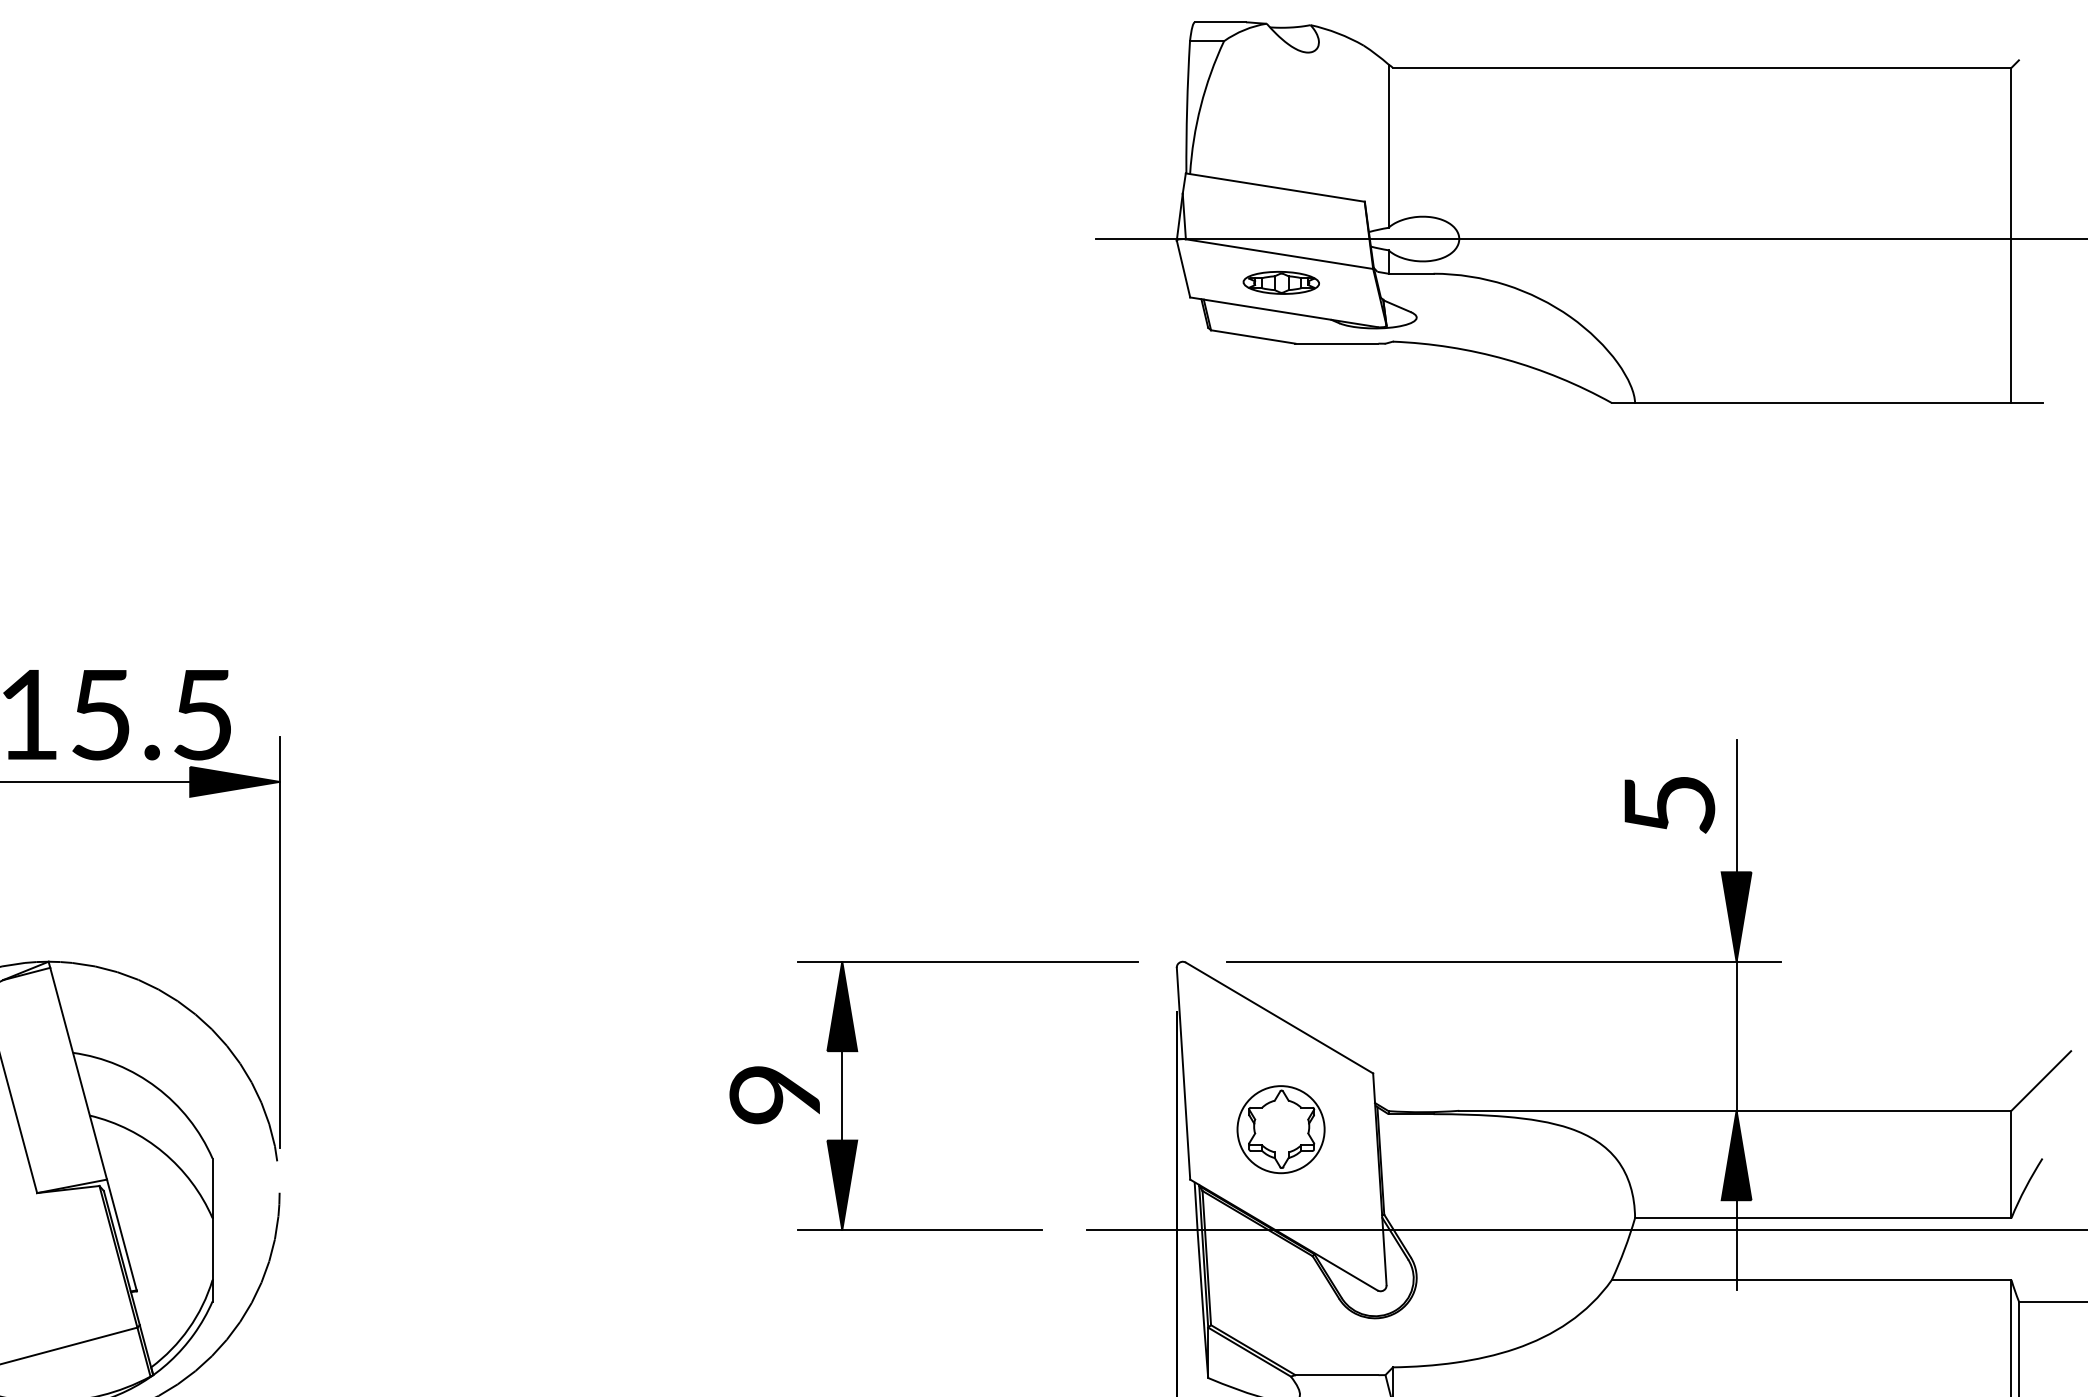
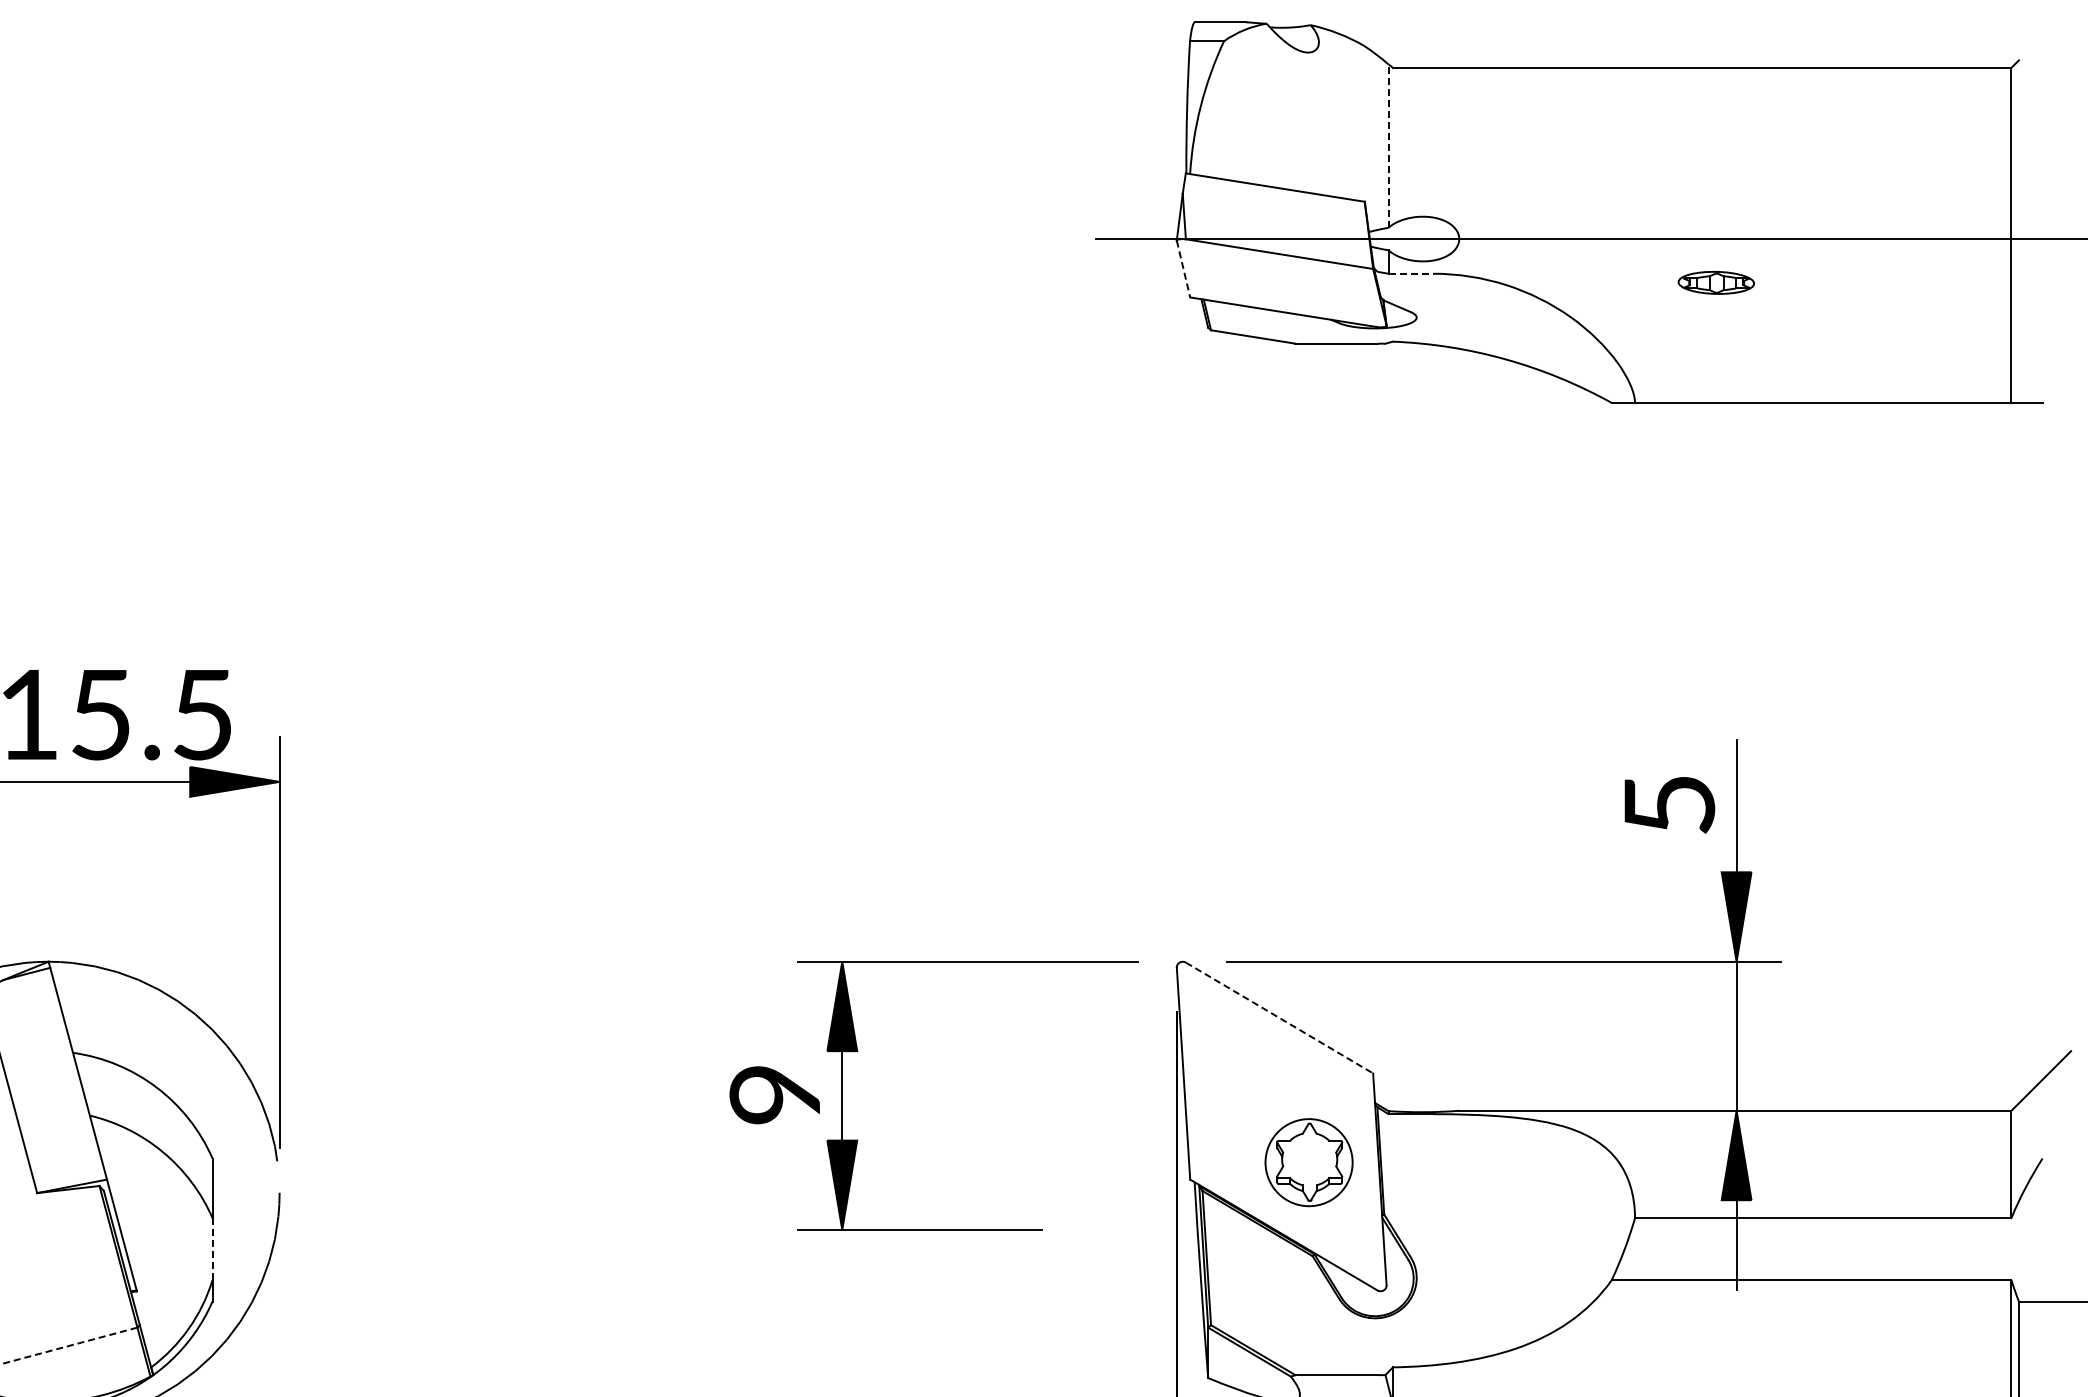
line at (1388, 146): solid -> dashed
line at (1183, 269): solid -> dashed
line at (1411, 273): solid -> dashed
part at (1280, 282) position: (1280, 282) -> (1715, 282)
line at (1279, 1018): solid -> dashed
part at (1280, 1129) position: (1280, 1129) -> (1308, 1162)
line at (1585, 1230): present -> none
line at (212, 1249): solid -> dashed
line at (68, 1345): solid -> dashed
